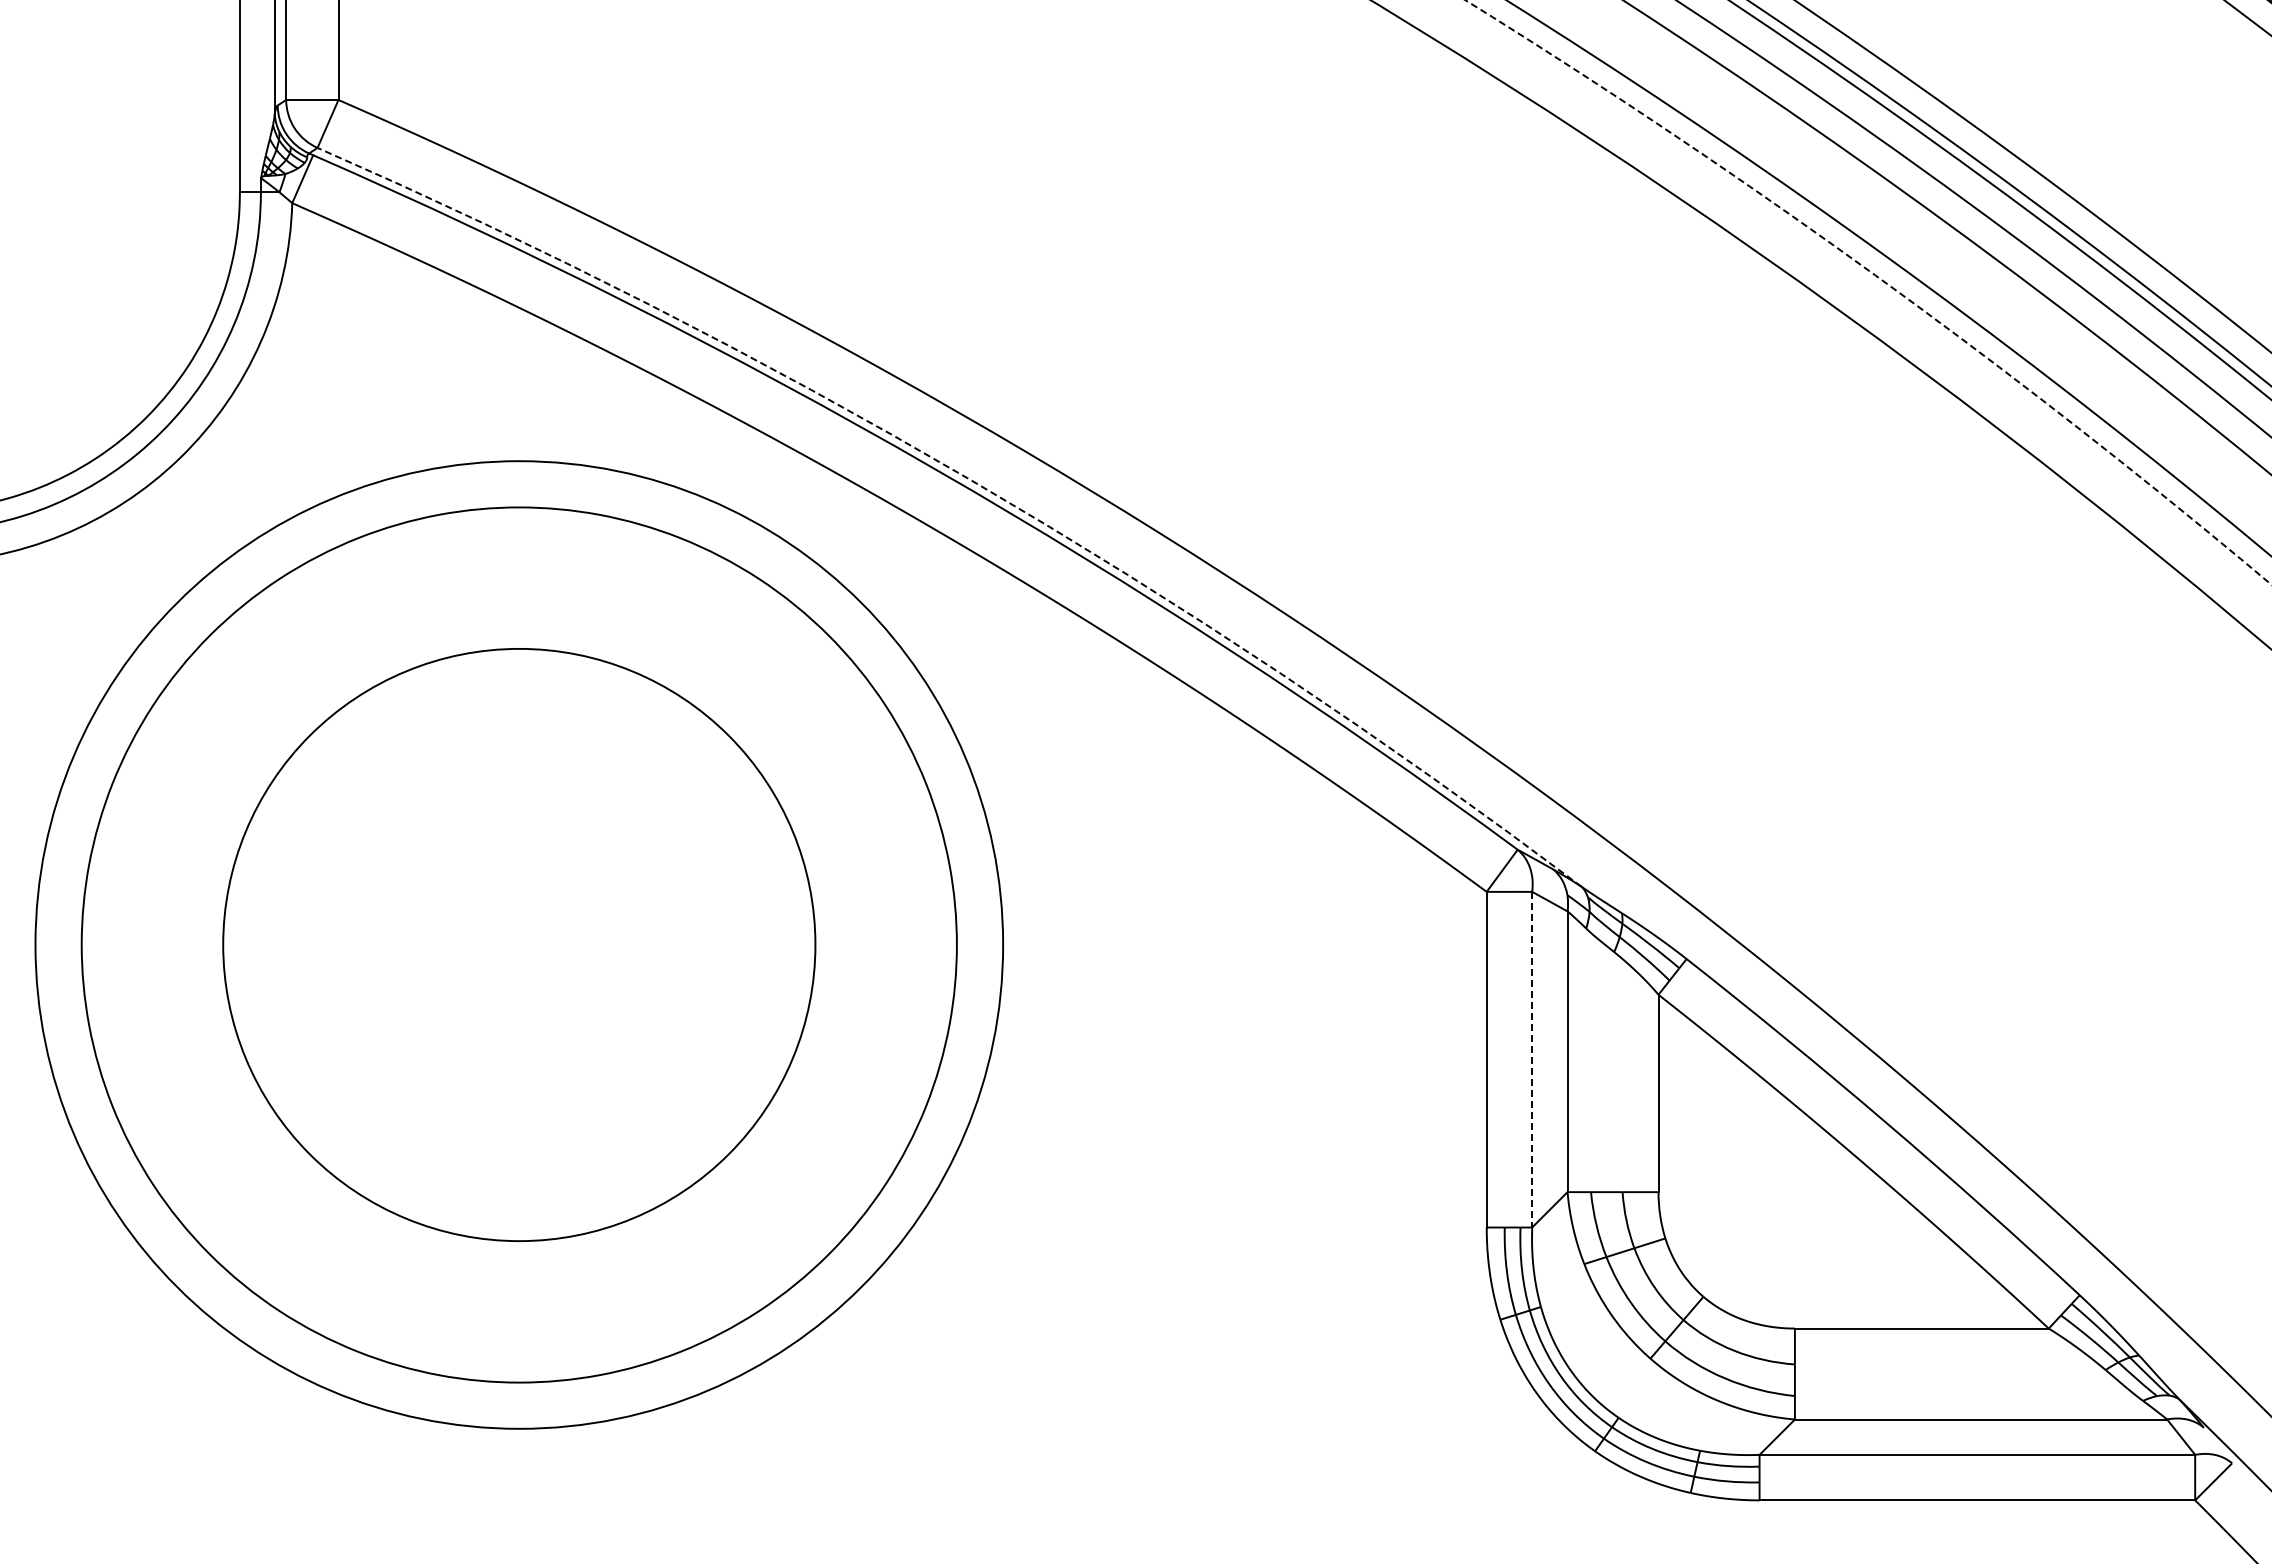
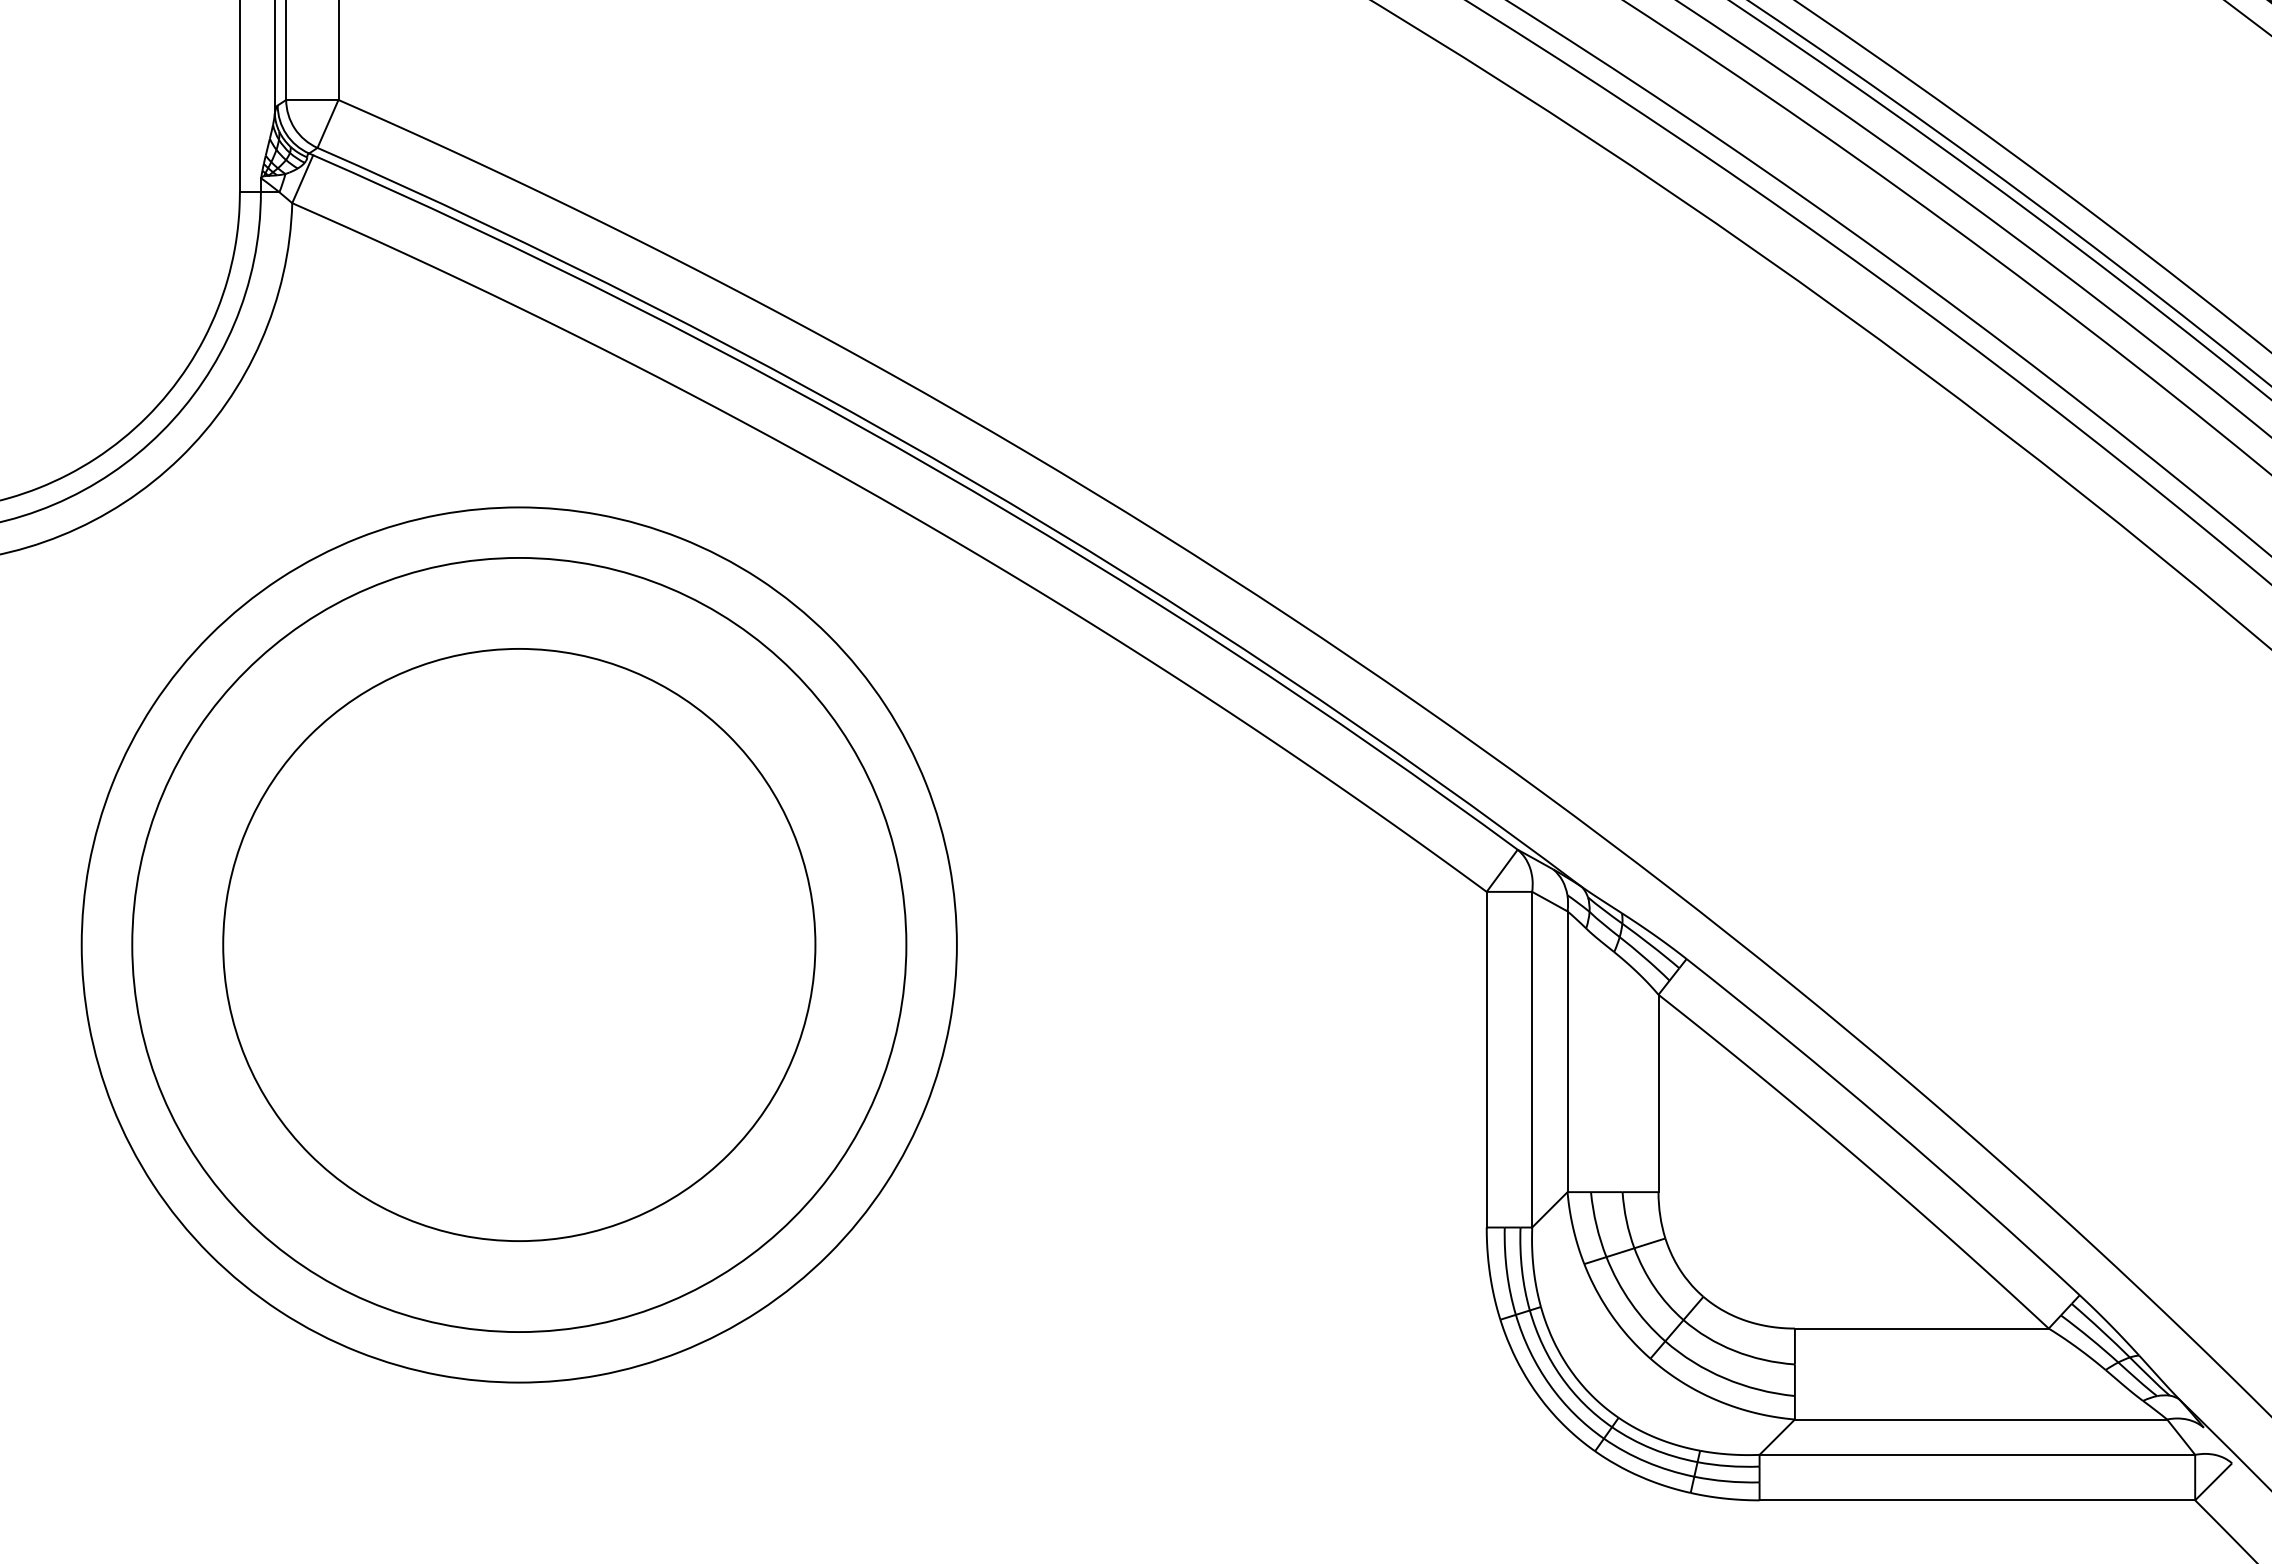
arc at (1878, 277): dashed -> solid
arc at (971, 480): dashed -> solid
circle at (519, 944) diameter: 968 px -> 774 px
line at (1532, 1059): dashed -> solid
